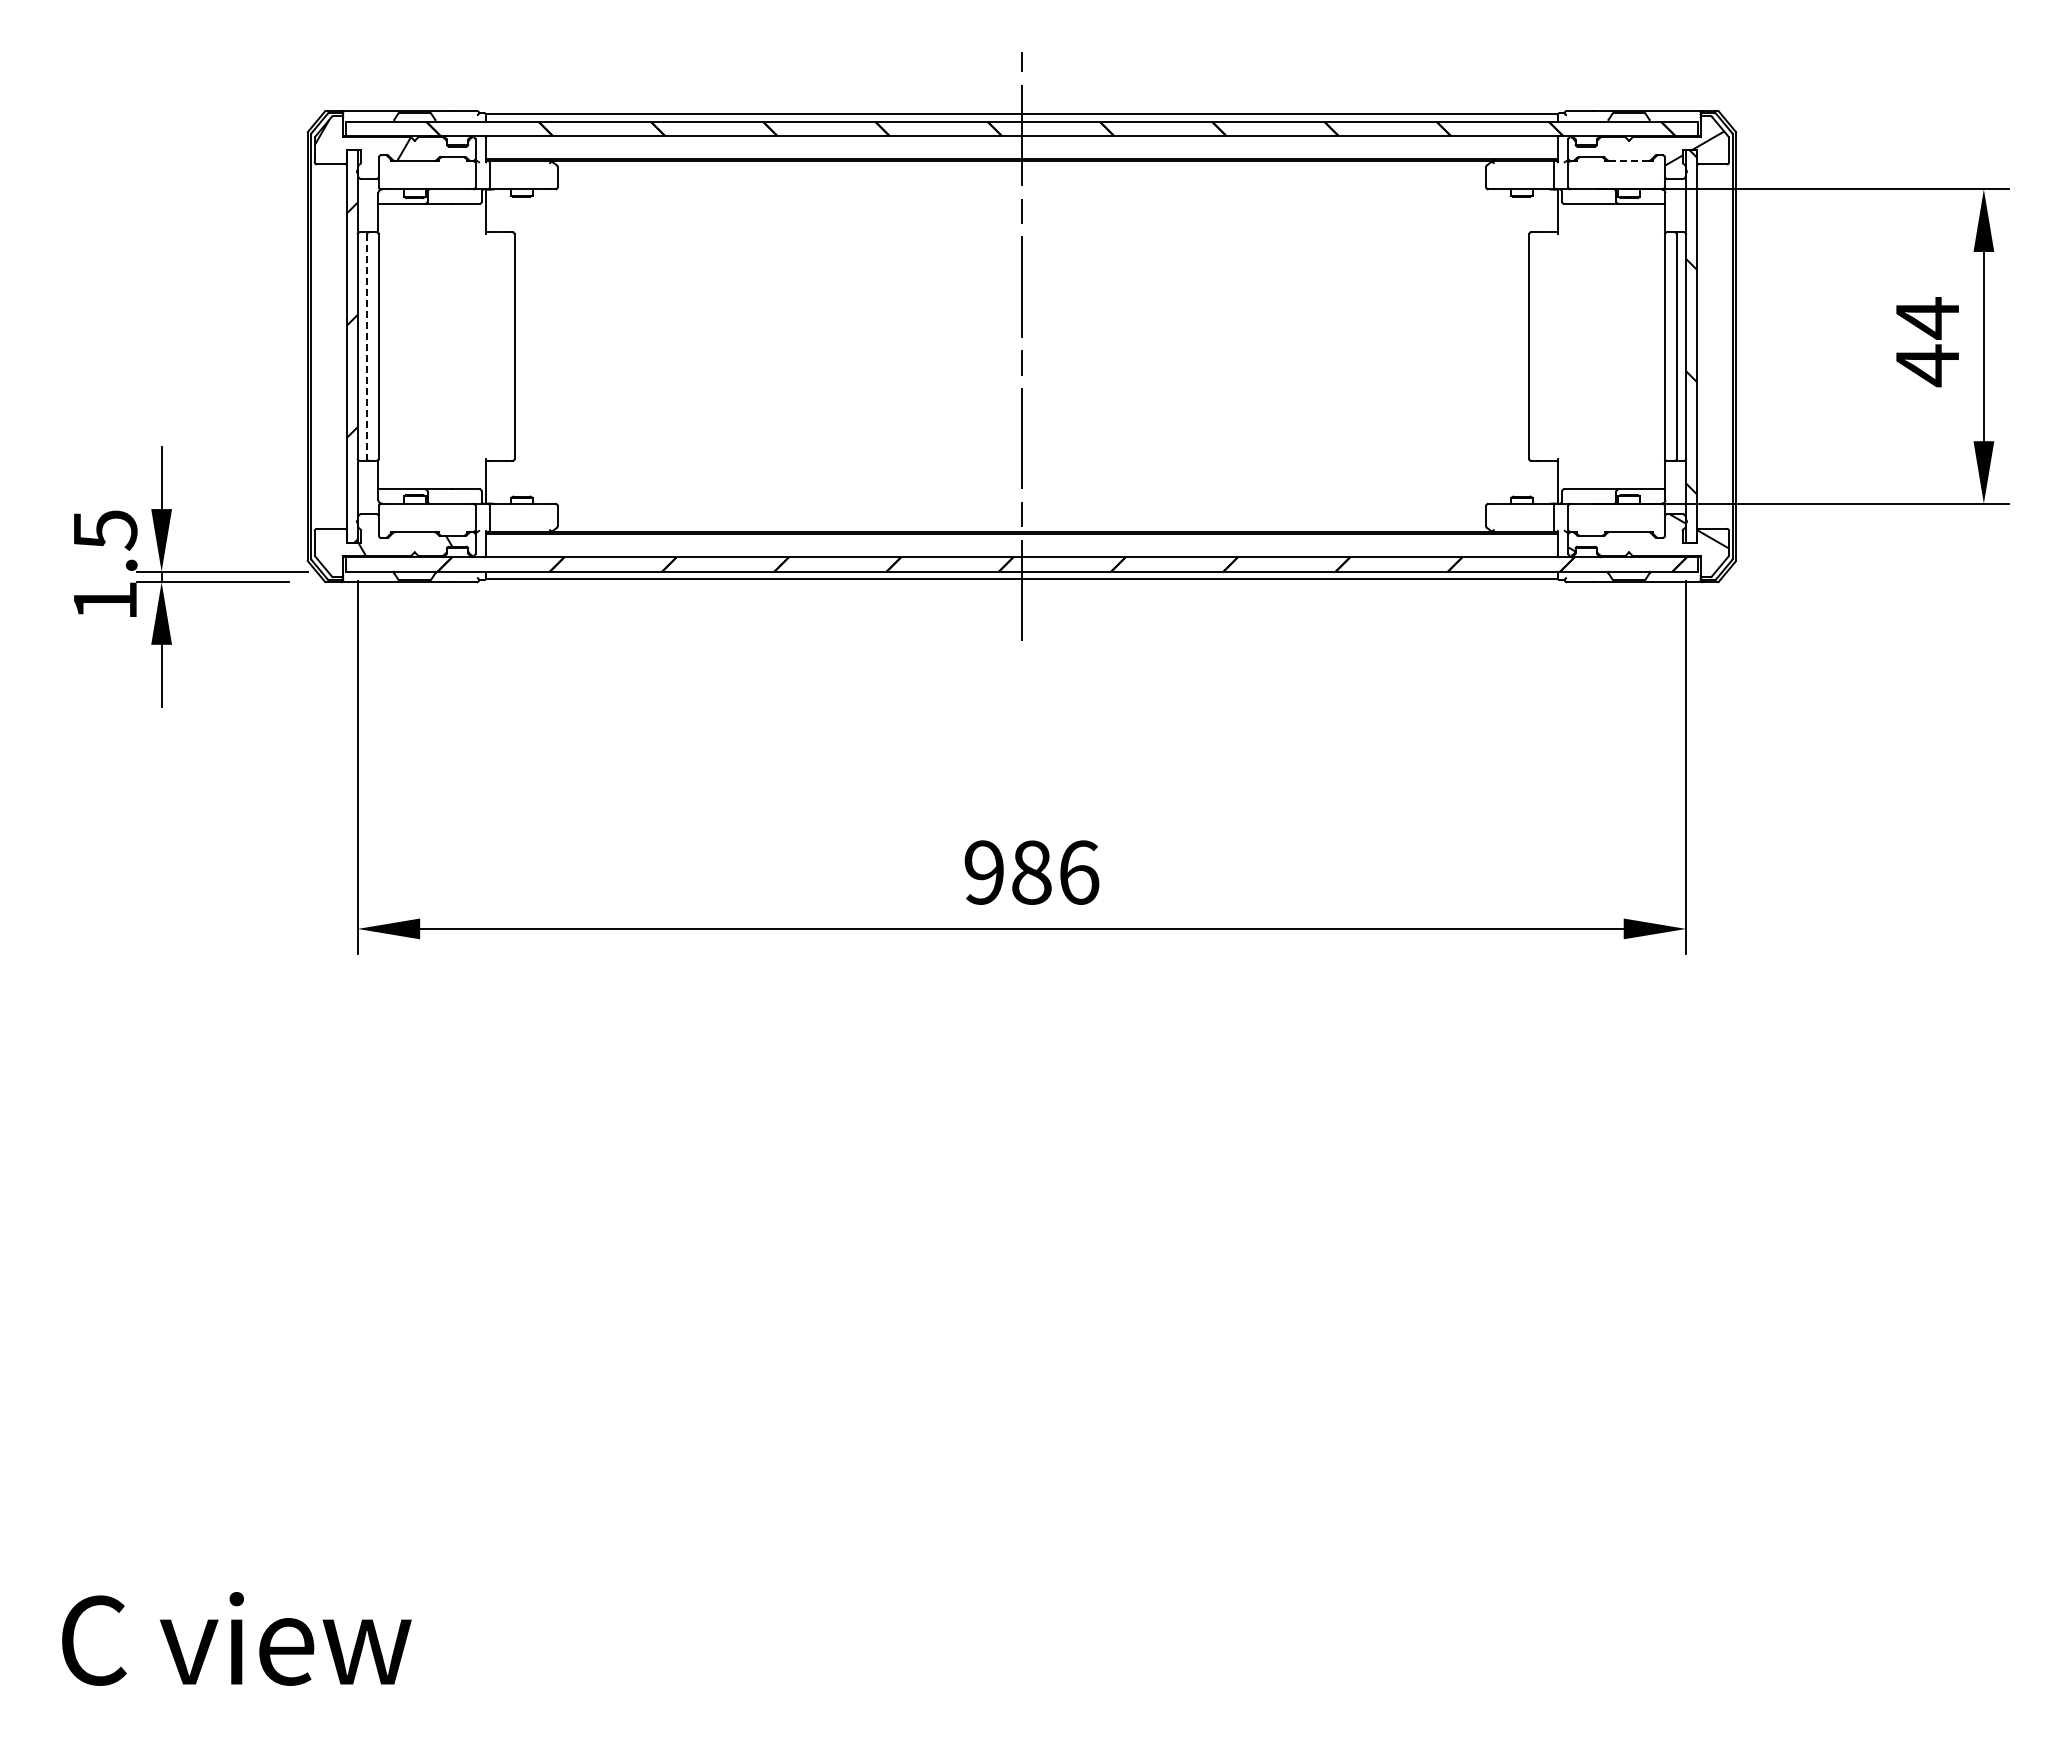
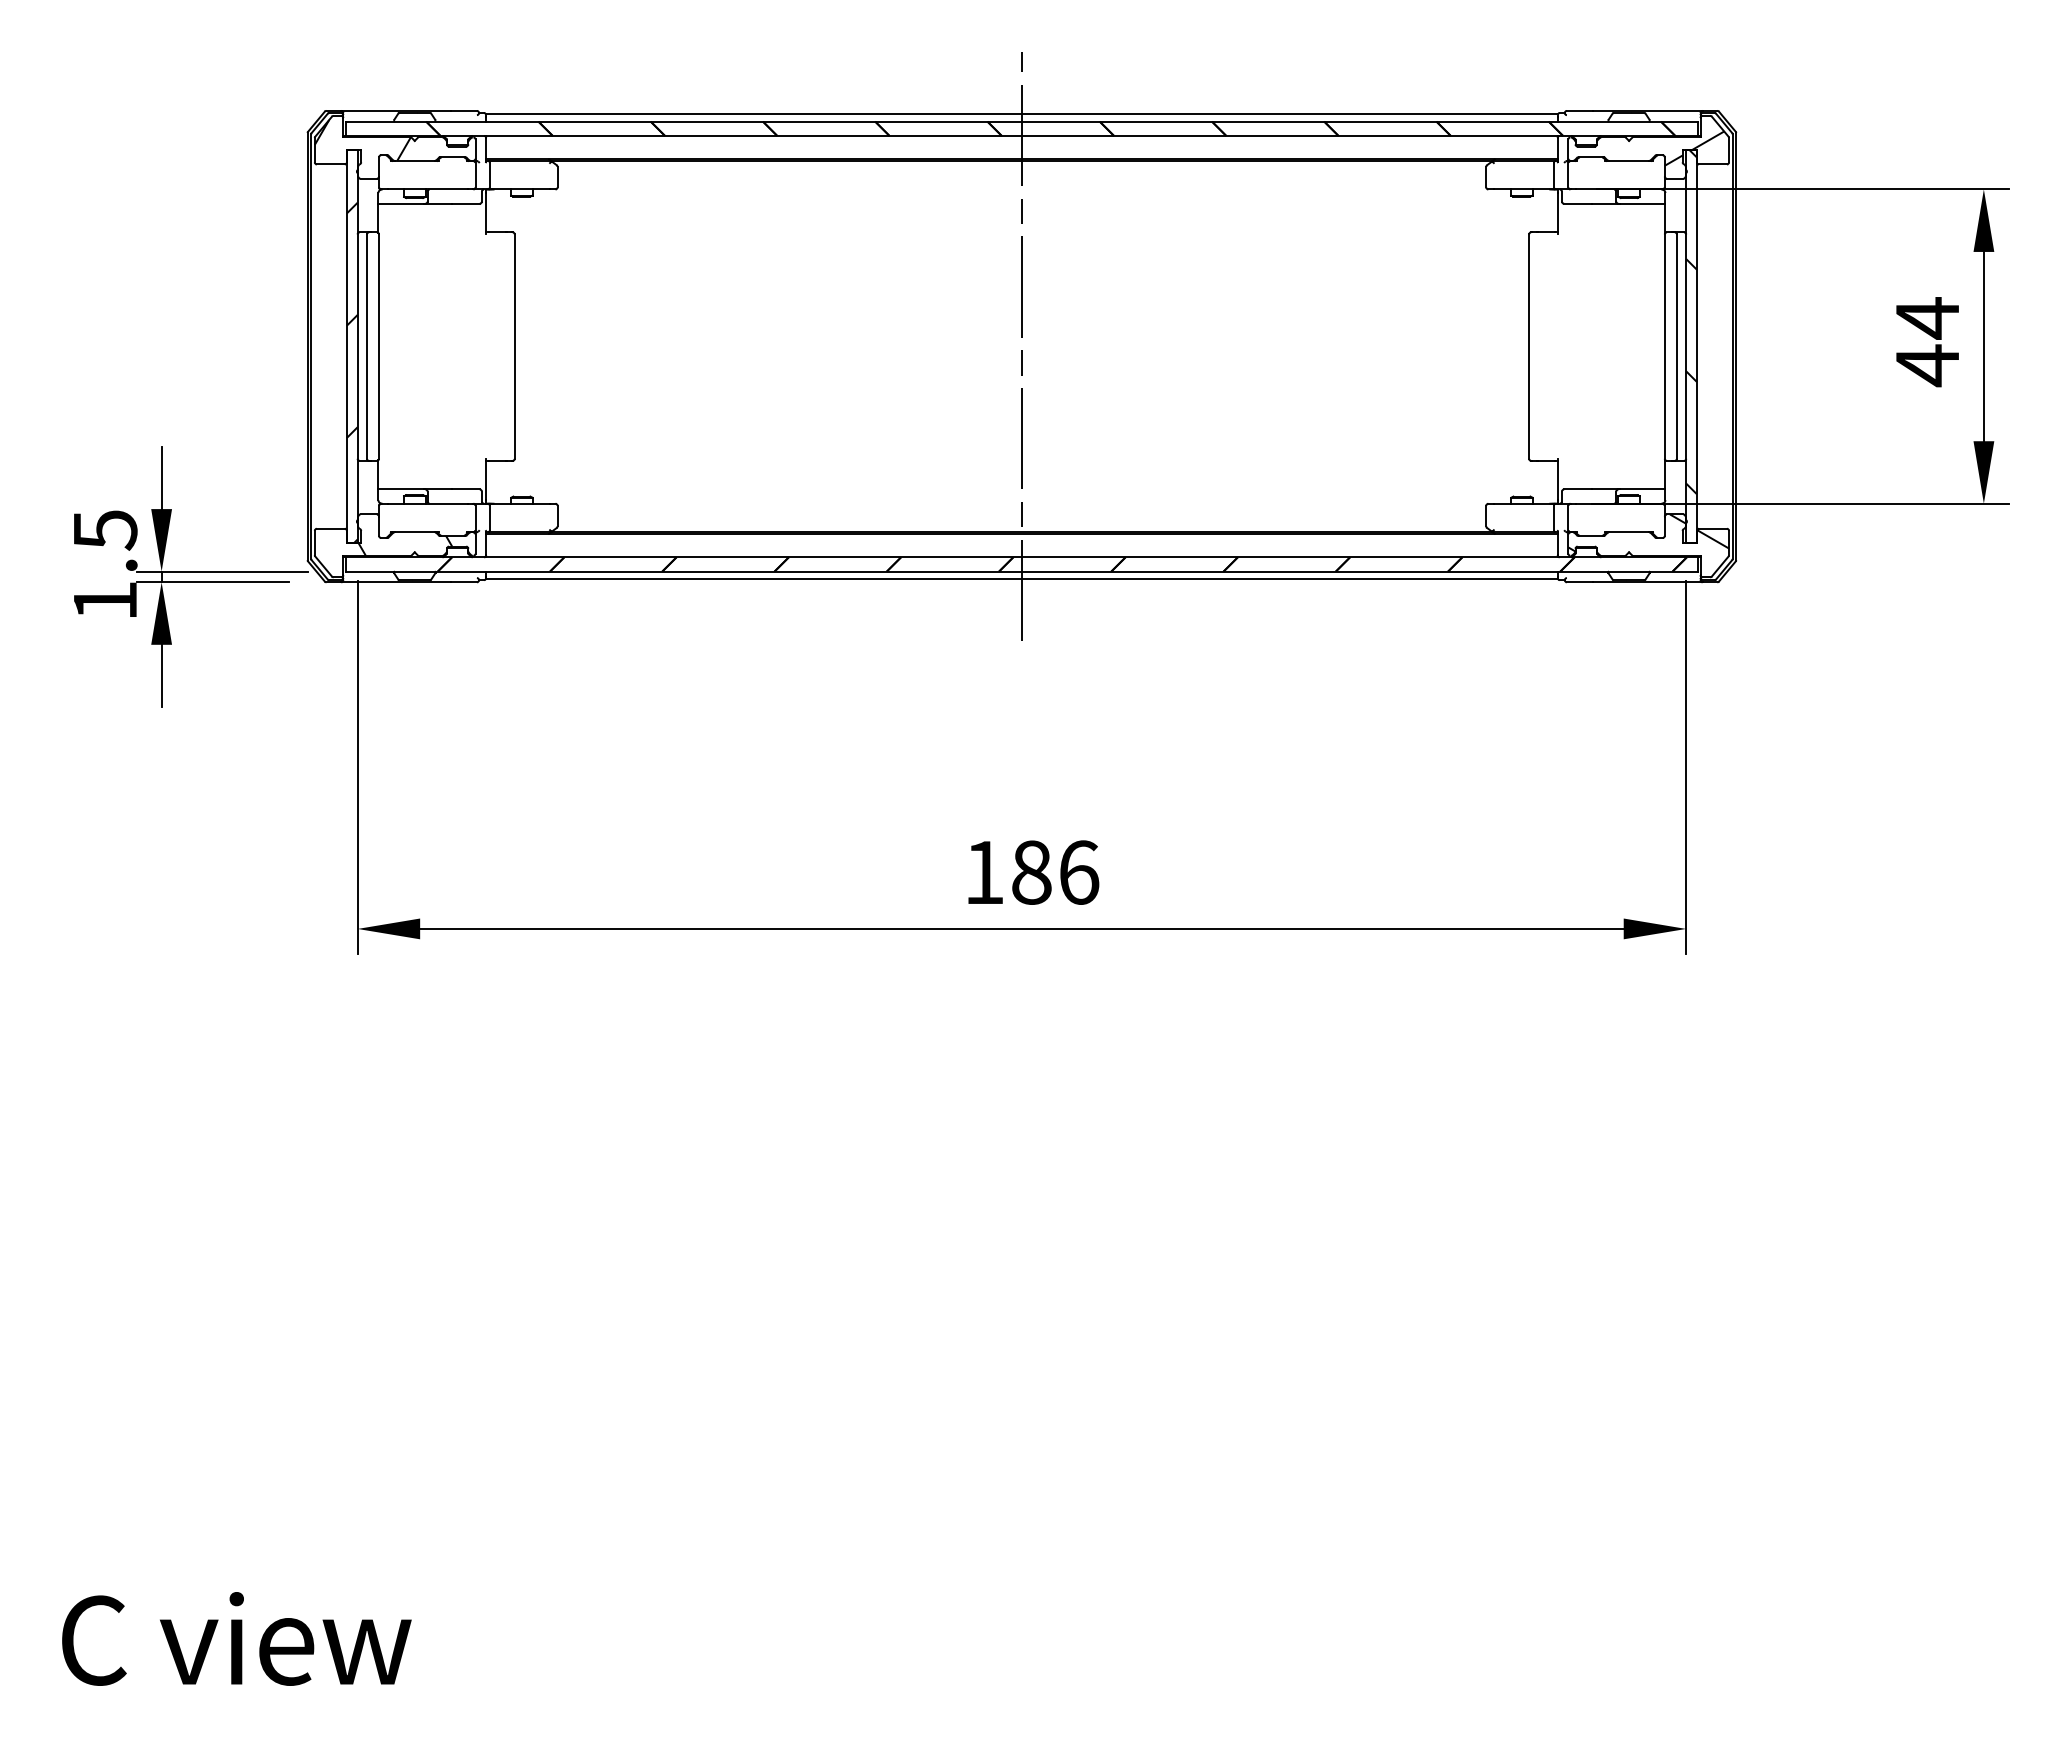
line at (1629, 160): dashed -> solid
line at (366, 347): dashed -> solid
text at (983, 872): 986 -> 186
